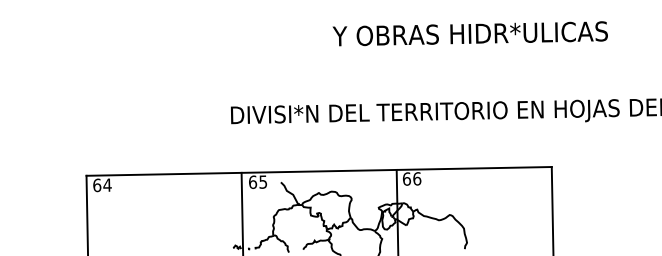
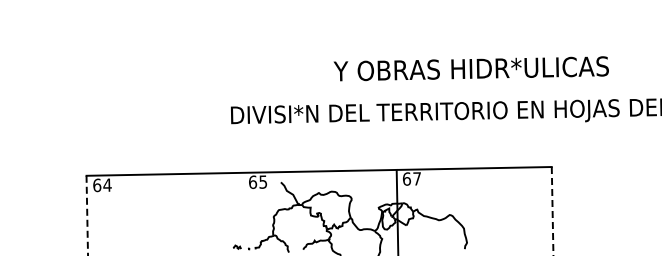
text at (469, 33) position: (469, 33) -> (470, 68)
text at (417, 178): 66 -> 67
line at (552, 211): solid -> dashed
line at (242, 212): present -> none
line at (87, 215): solid -> dashed
